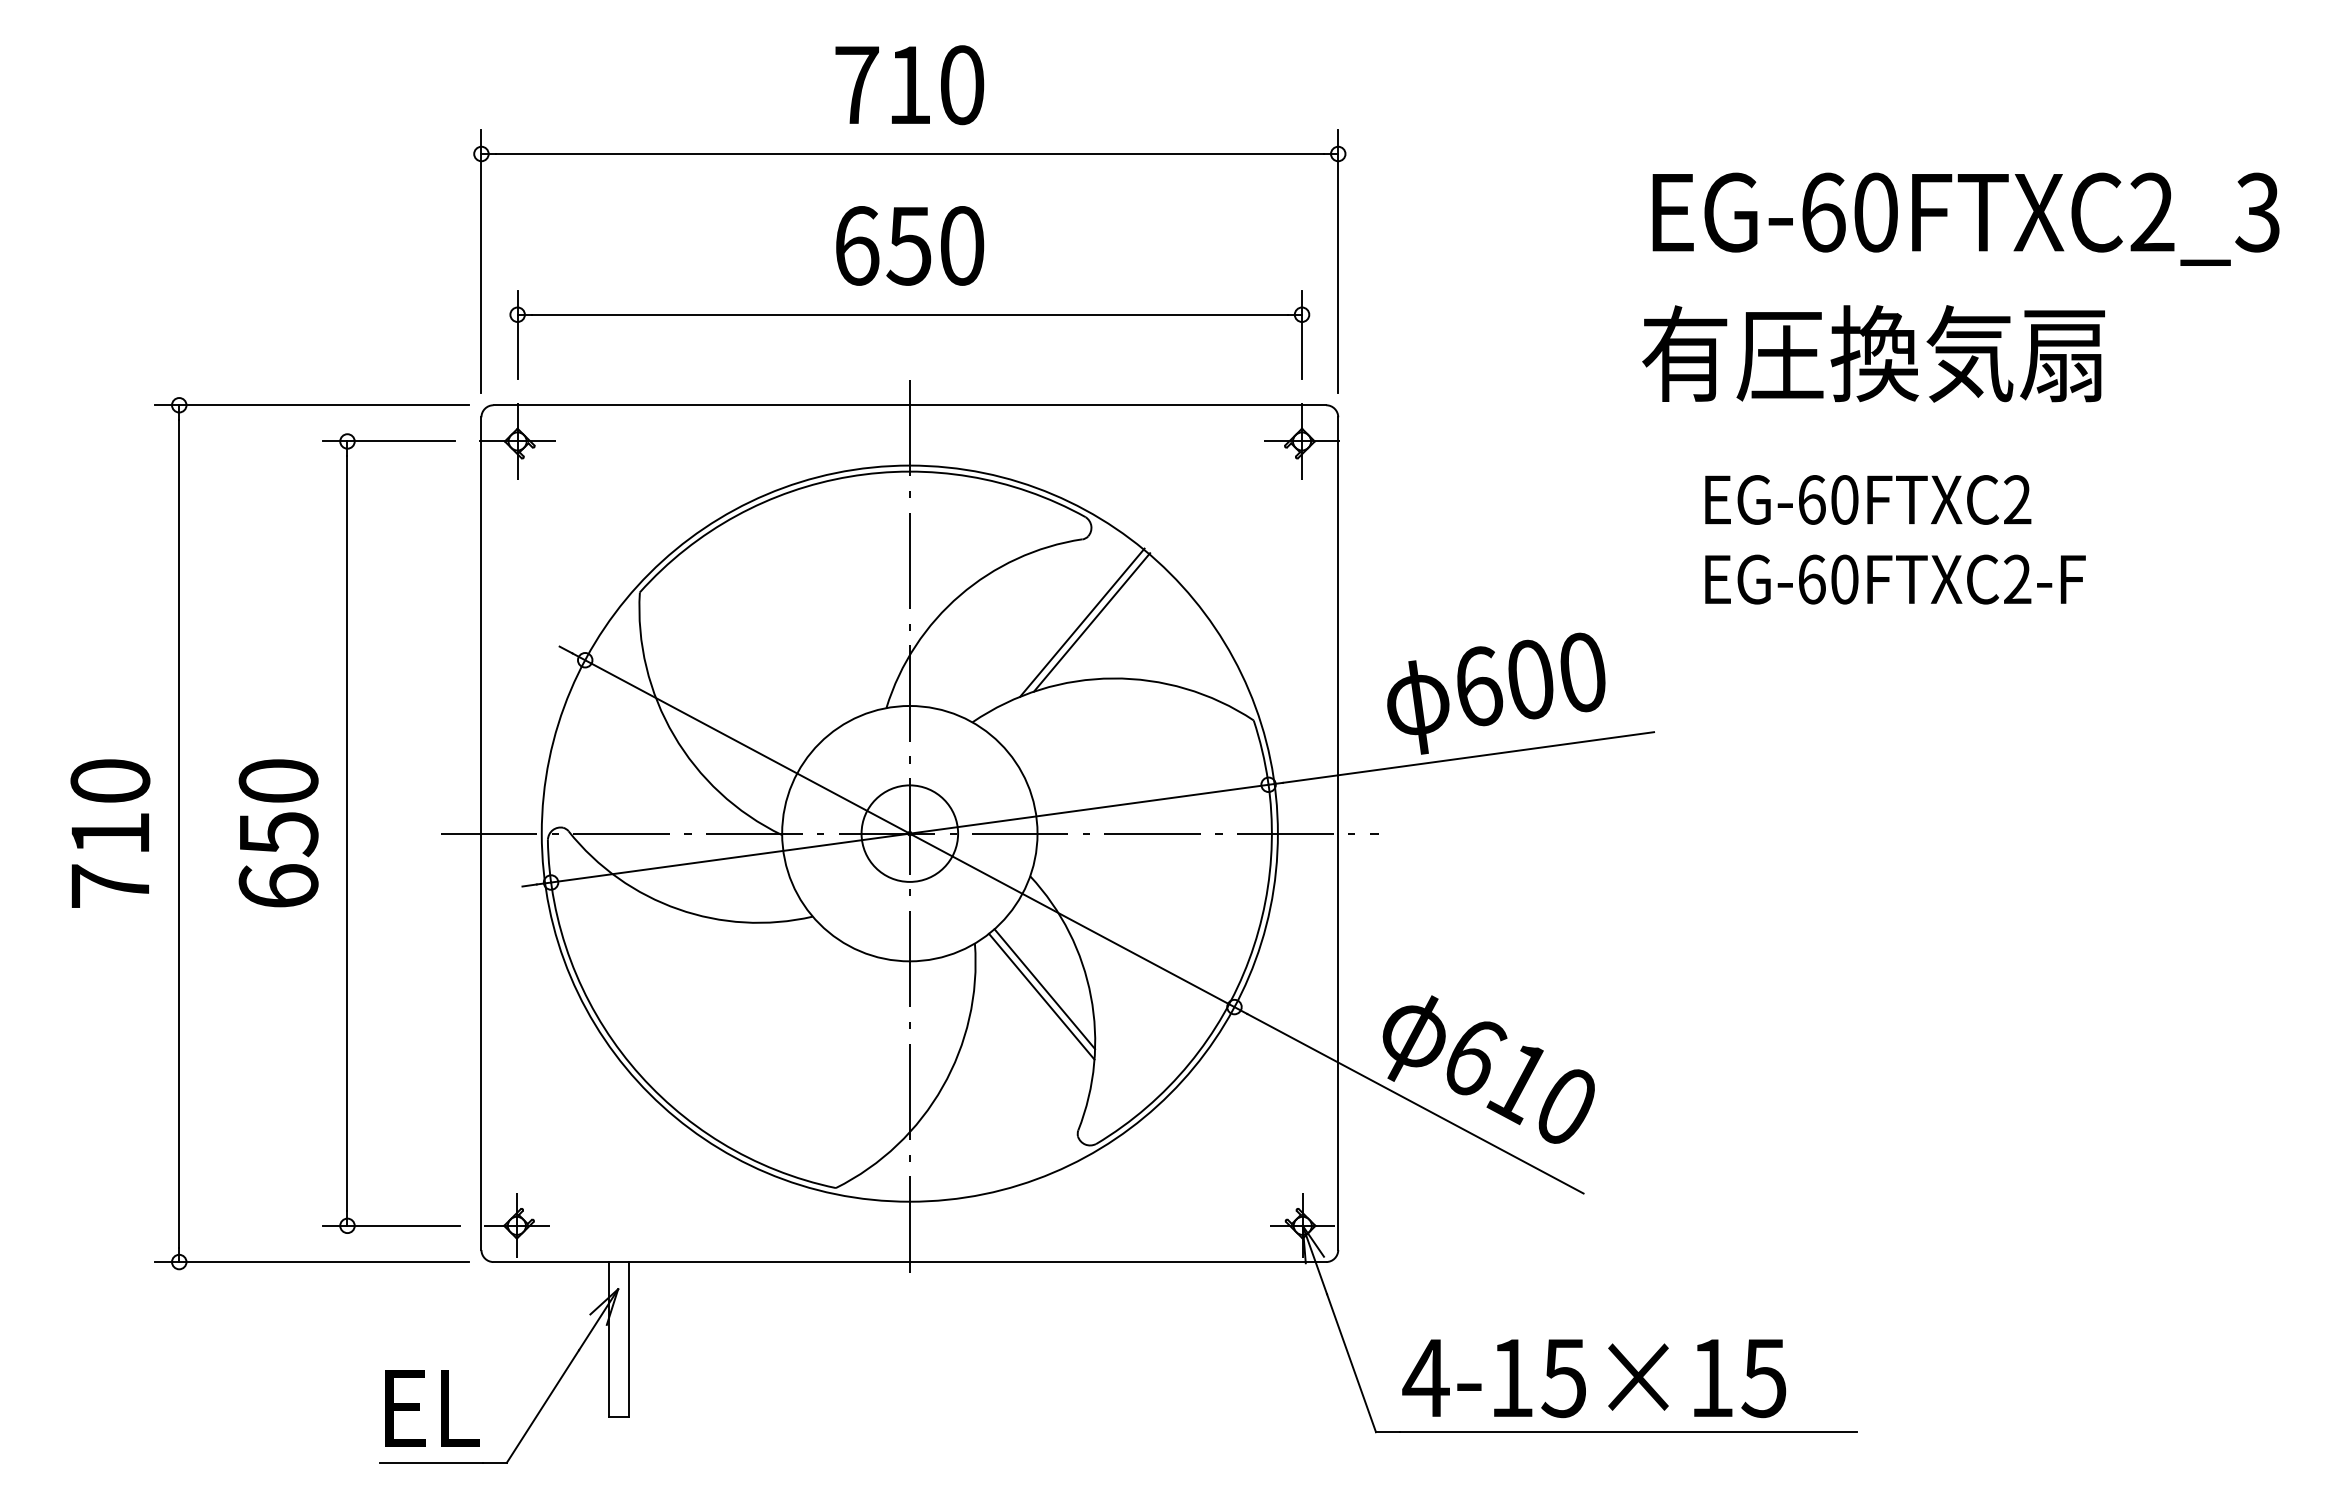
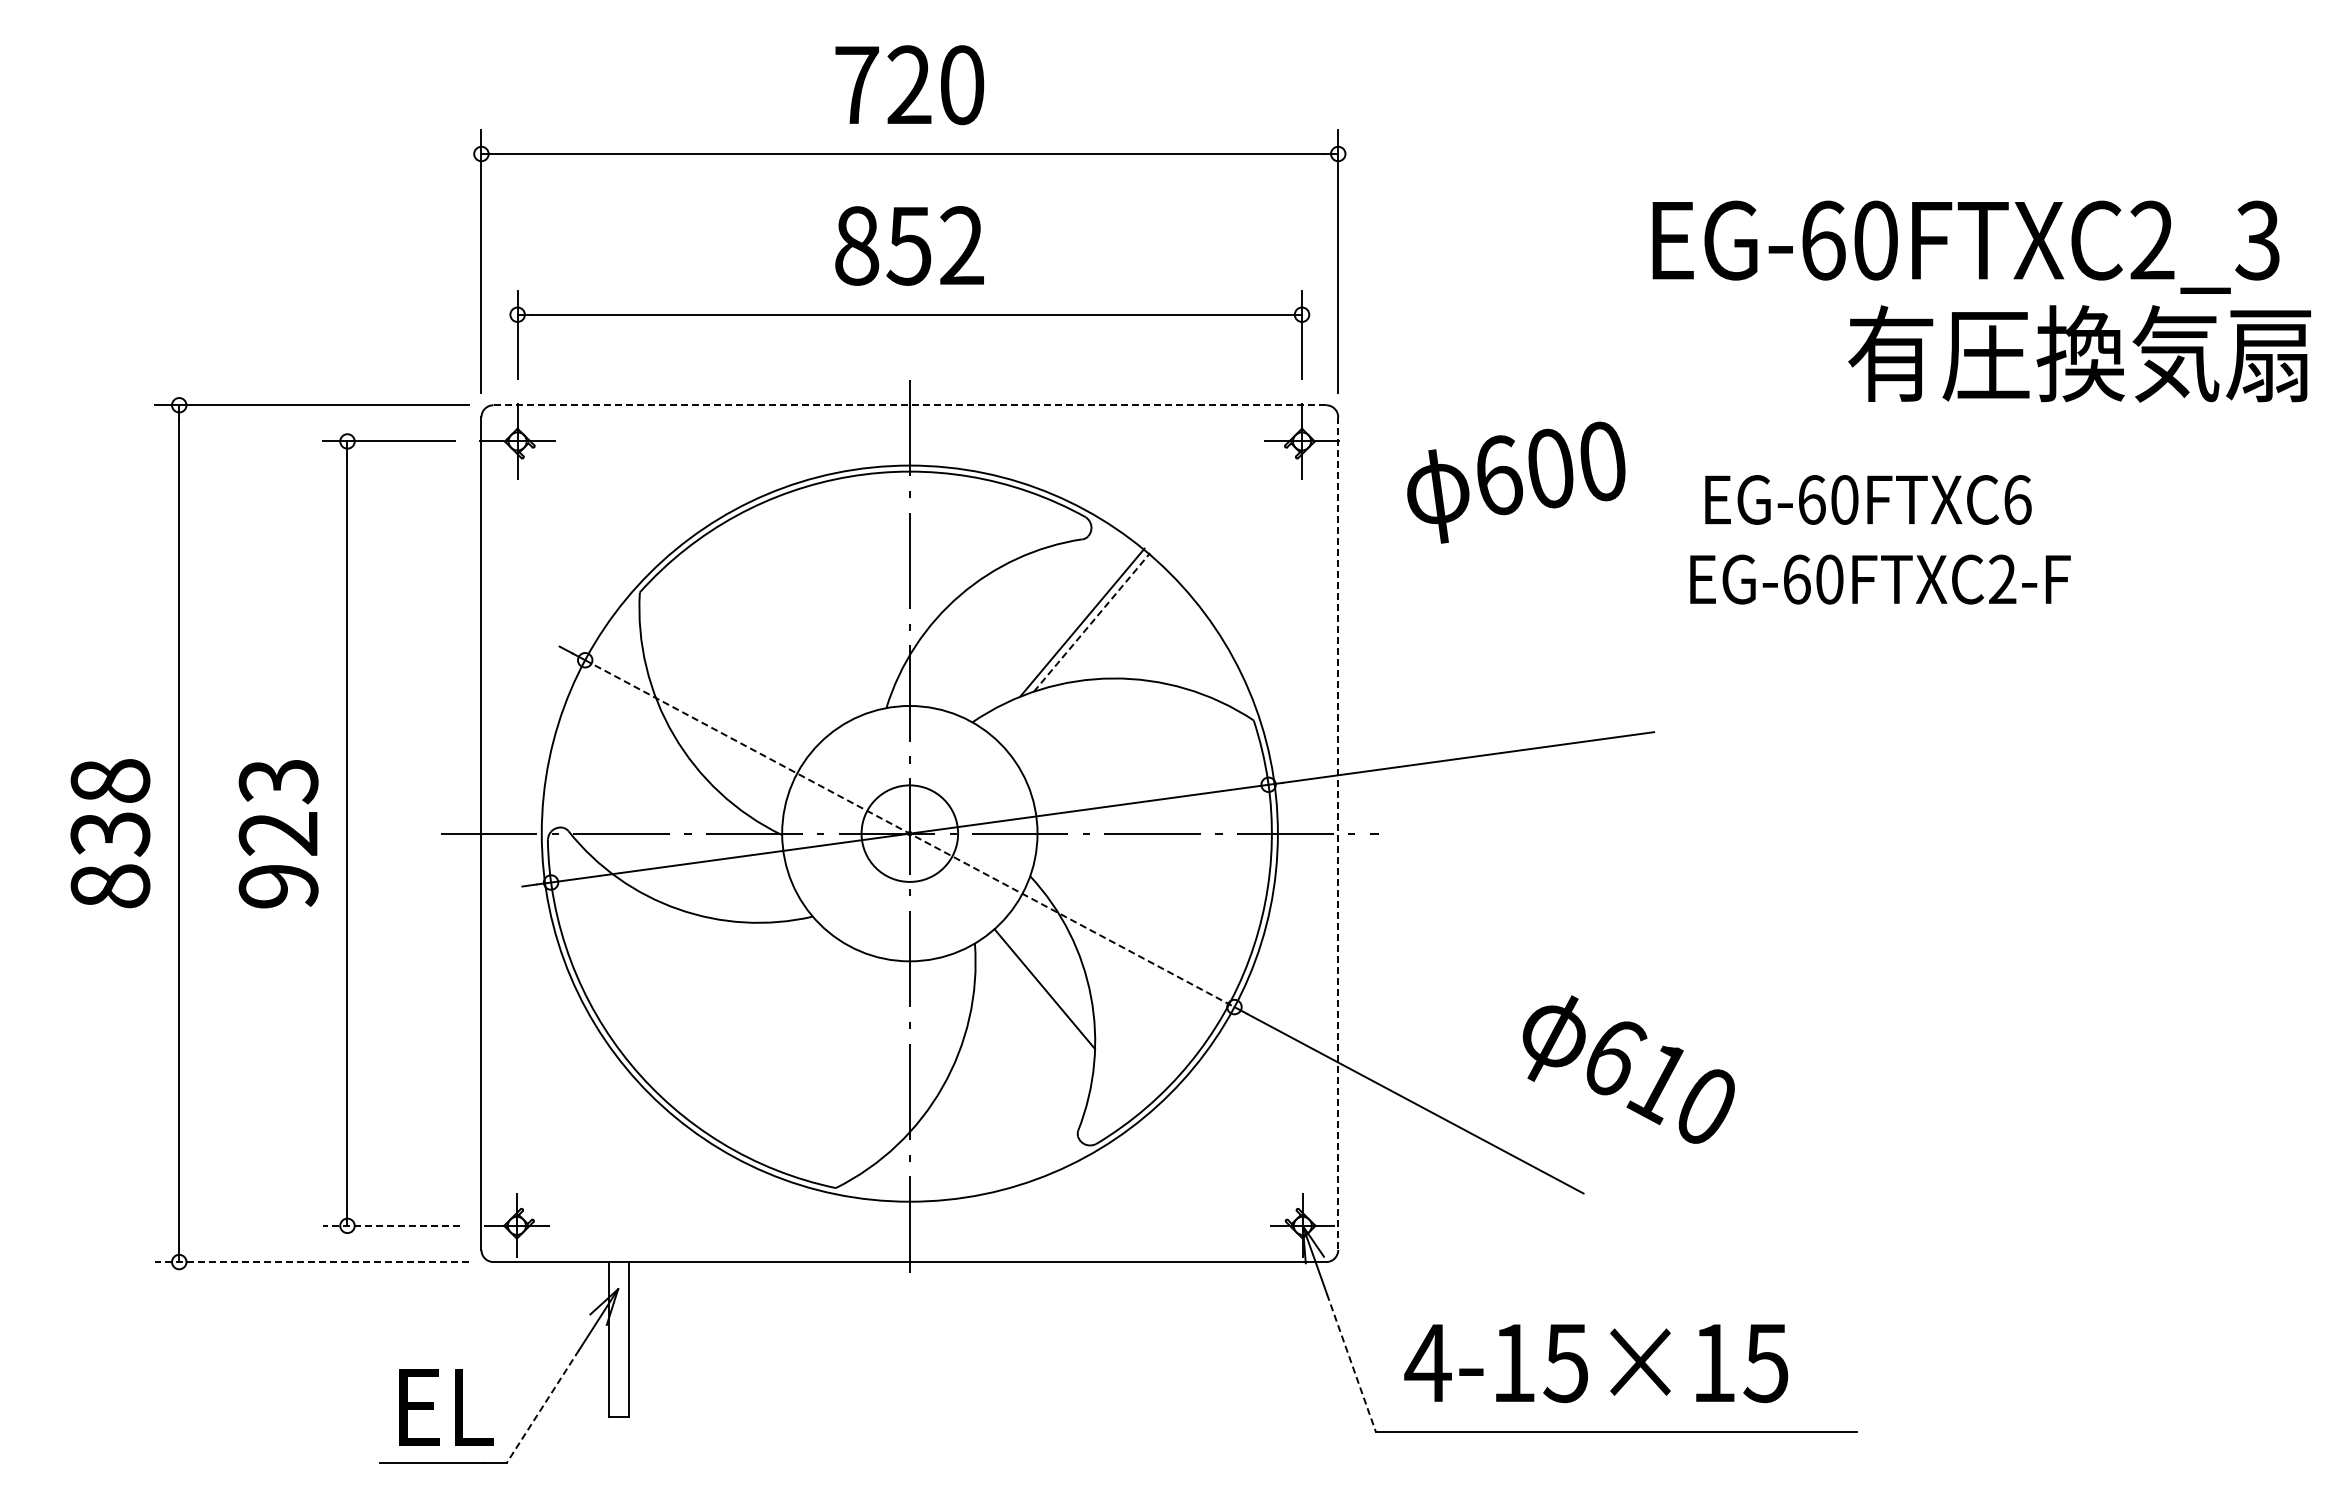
text at (909, 84): 710 -> 720
text at (1965, 218) position: (1965, 218) -> (1965, 246)
text at (909, 245): 650 -> 852
text at (1873, 353) position: (1873, 353) -> (2079, 353)
line at (910, 405): solid -> dashed
text at (2017, 499): EG-60FTXC2 -> EG-60FTXC6
text at (1895, 579) position: (1895, 579) -> (1880, 579)
line at (1092, 622): solid -> dashed
text at (1496, 693) position: (1496, 693) -> (1516, 482)
text at (110, 833): 710 -> 838
text at (278, 833): 650 -> 923
line at (910, 833): solid -> dashed
line at (1338, 834): solid -> dashed
line at (1041, 996): present -> none
text at (1488, 1069) position: (1488, 1069) -> (1628, 1069)
line at (391, 1225): solid -> dashed
line at (311, 1262): solid -> dashed
line at (1351, 1363): solid -> dashed
text at (1594, 1378) position: (1594, 1378) -> (1596, 1363)
line at (542, 1406): solid -> dashed
text at (432, 1408) position: (432, 1408) -> (446, 1407)
